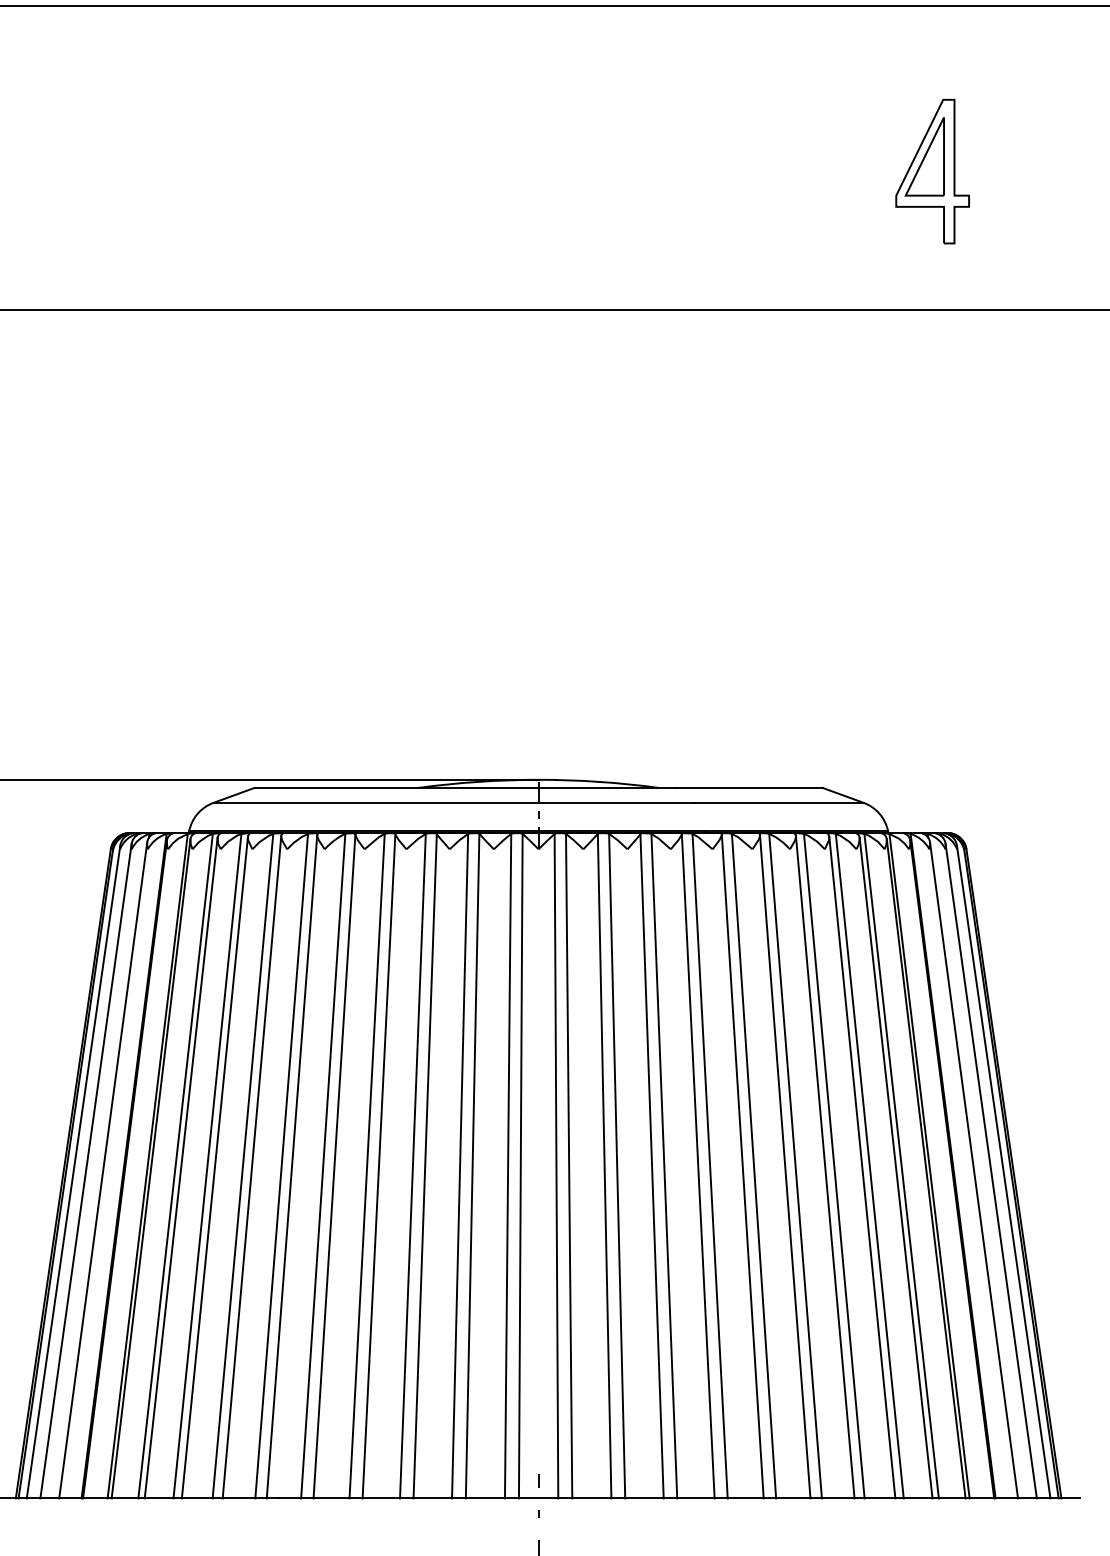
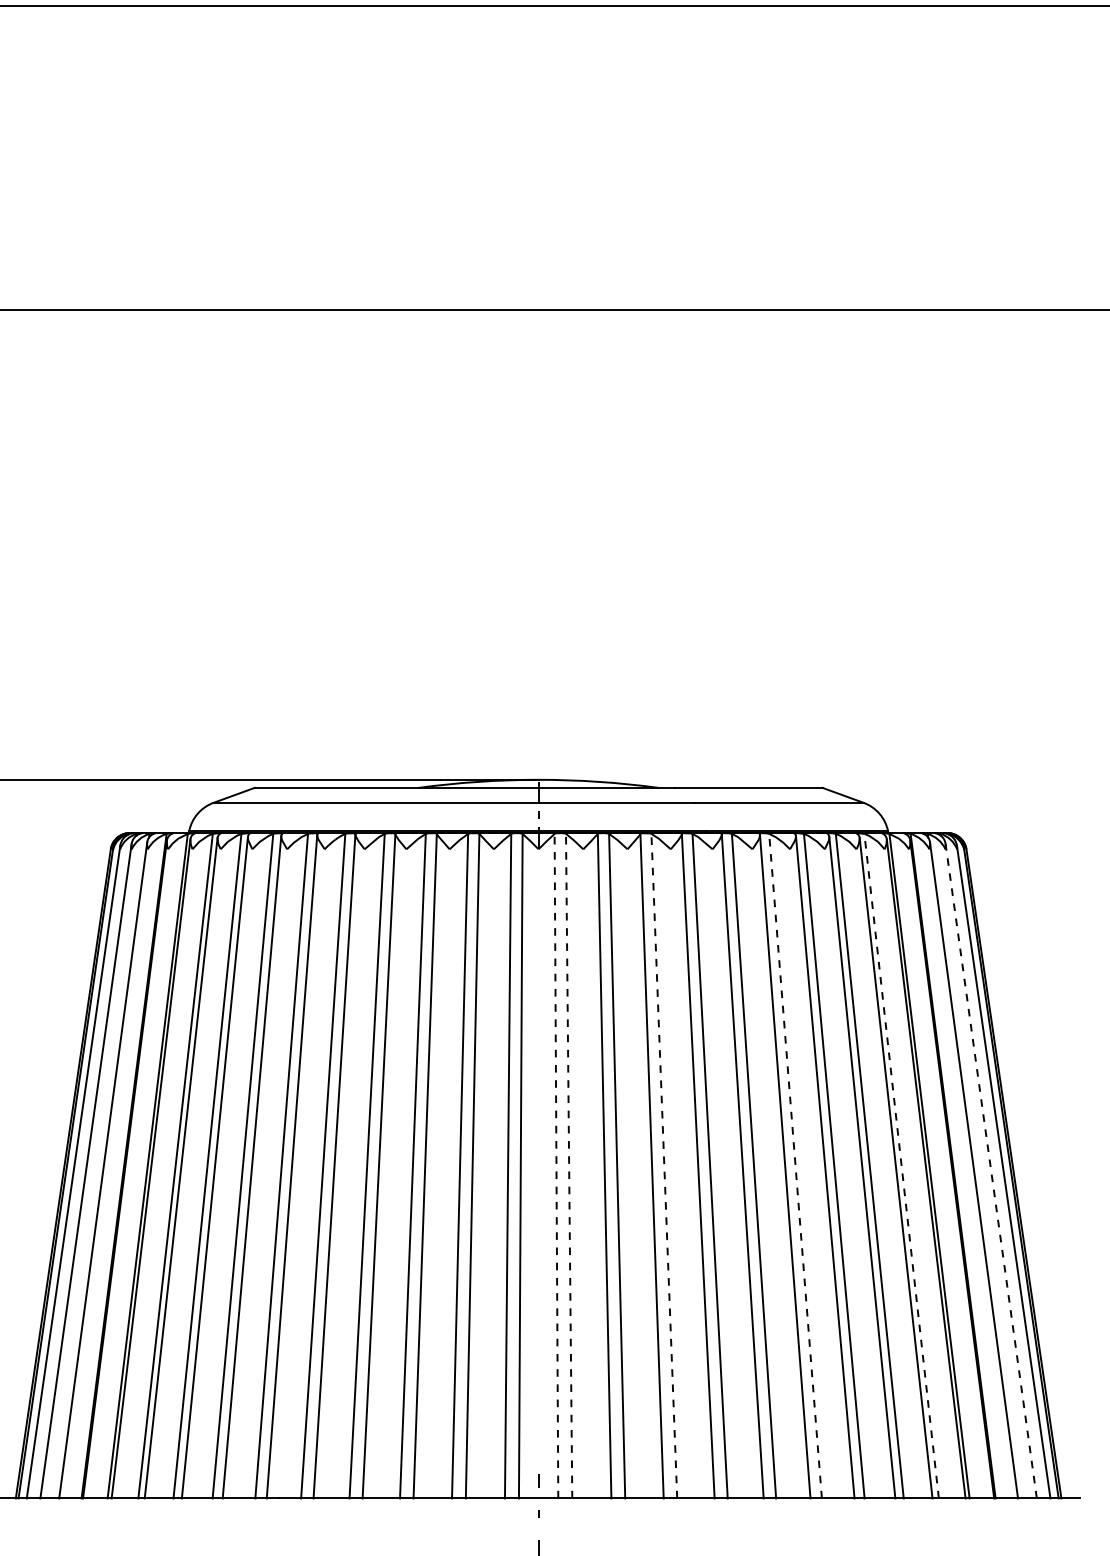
part at (932, 171): present -> none
line at (556, 1165): solid -> dashed
line at (569, 1165): solid -> dashed
line at (795, 1165): solid -> dashed
line at (901, 1165): solid -> dashed
line at (664, 1166): solid -> dashed
line at (991, 1170): solid -> dashed
